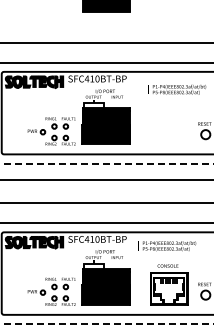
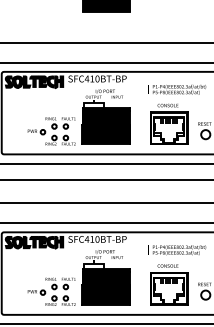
part at (169, 123): none -> present
line at (107, 163): dashed -> solid
text at (167, 246) position: (167, 246) -> (177, 250)
line at (107, 324): dashed -> solid
